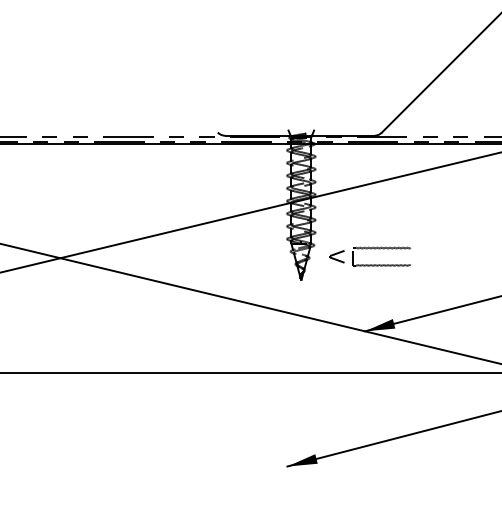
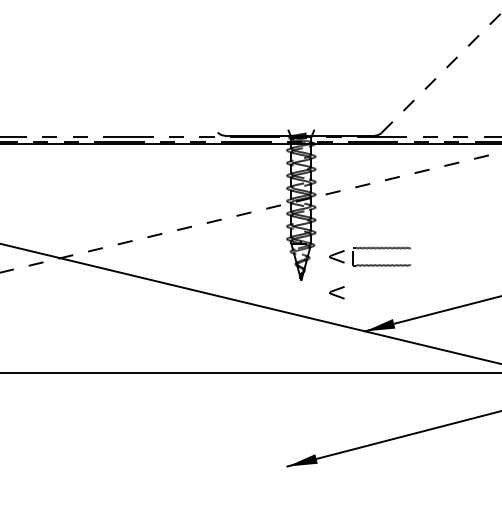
line at (441, 72): solid -> dashed
line at (250, 212): solid -> dashed
part at (336, 292): none -> present
